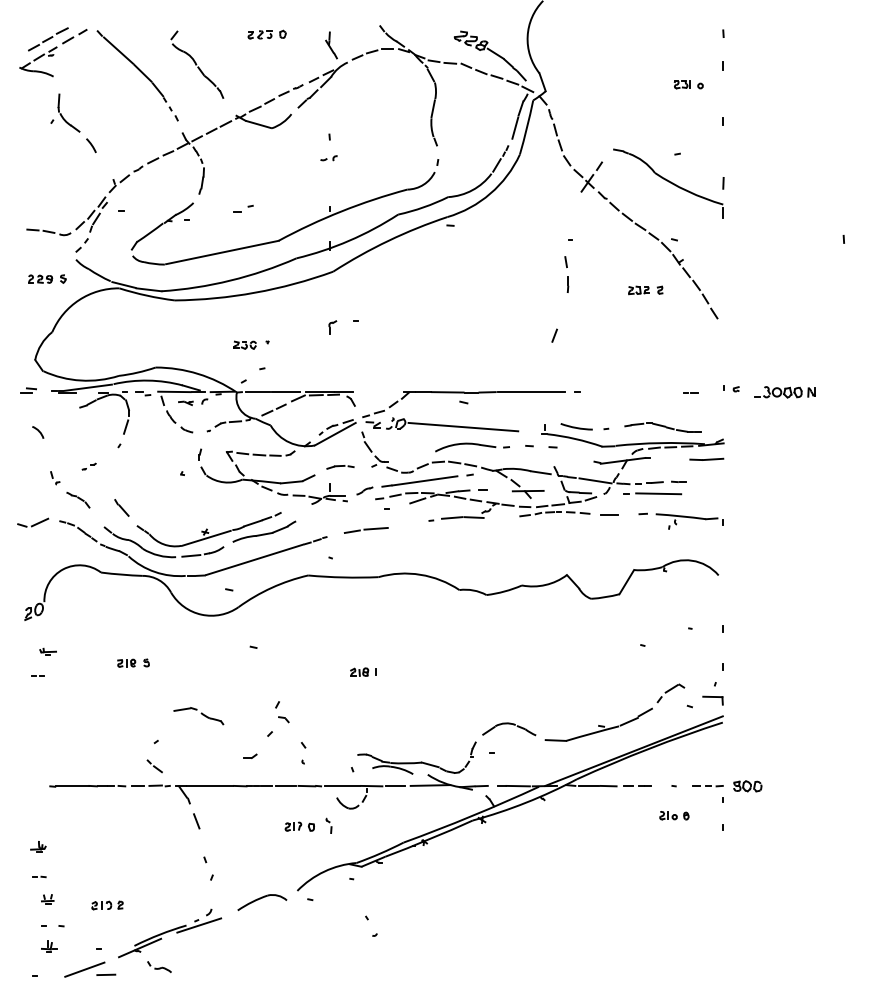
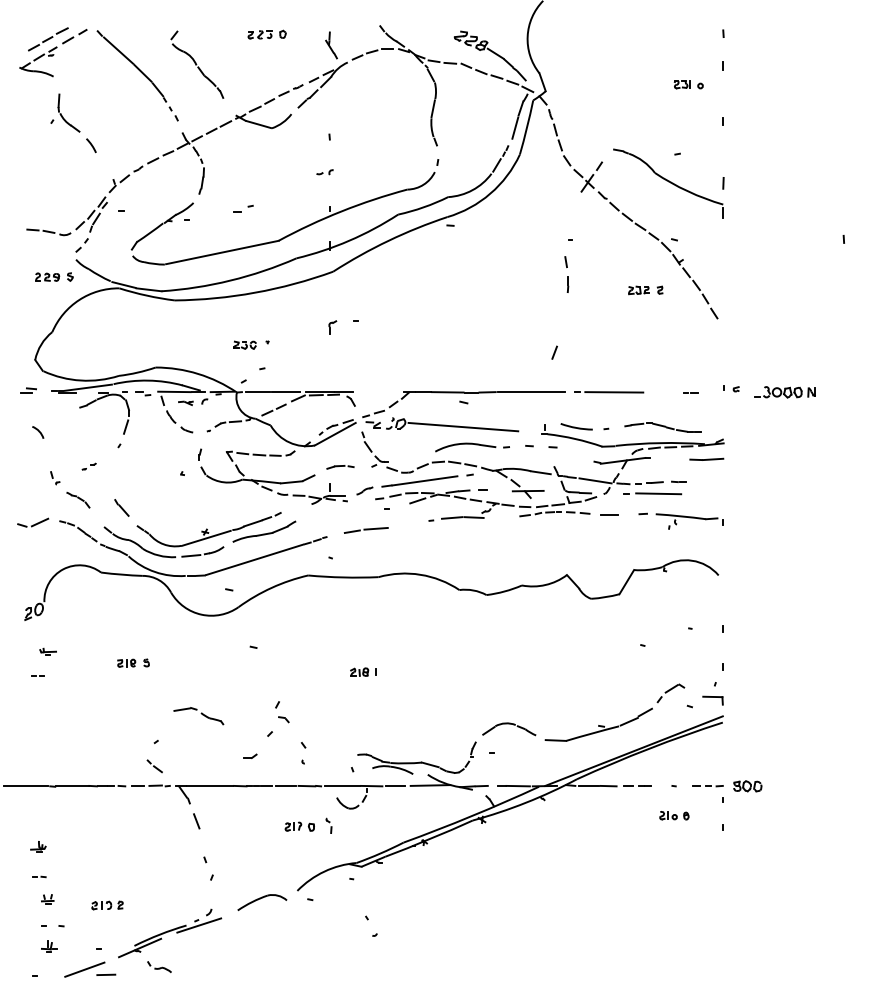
part at (328, 158) position: (328, 158) -> (324, 172)
part at (47, 278) position: (47, 278) -> (54, 276)
line at (554, 335) position: (554, 335) -> (554, 352)
line at (614, 392): none -> present
line at (26, 786): none -> present
